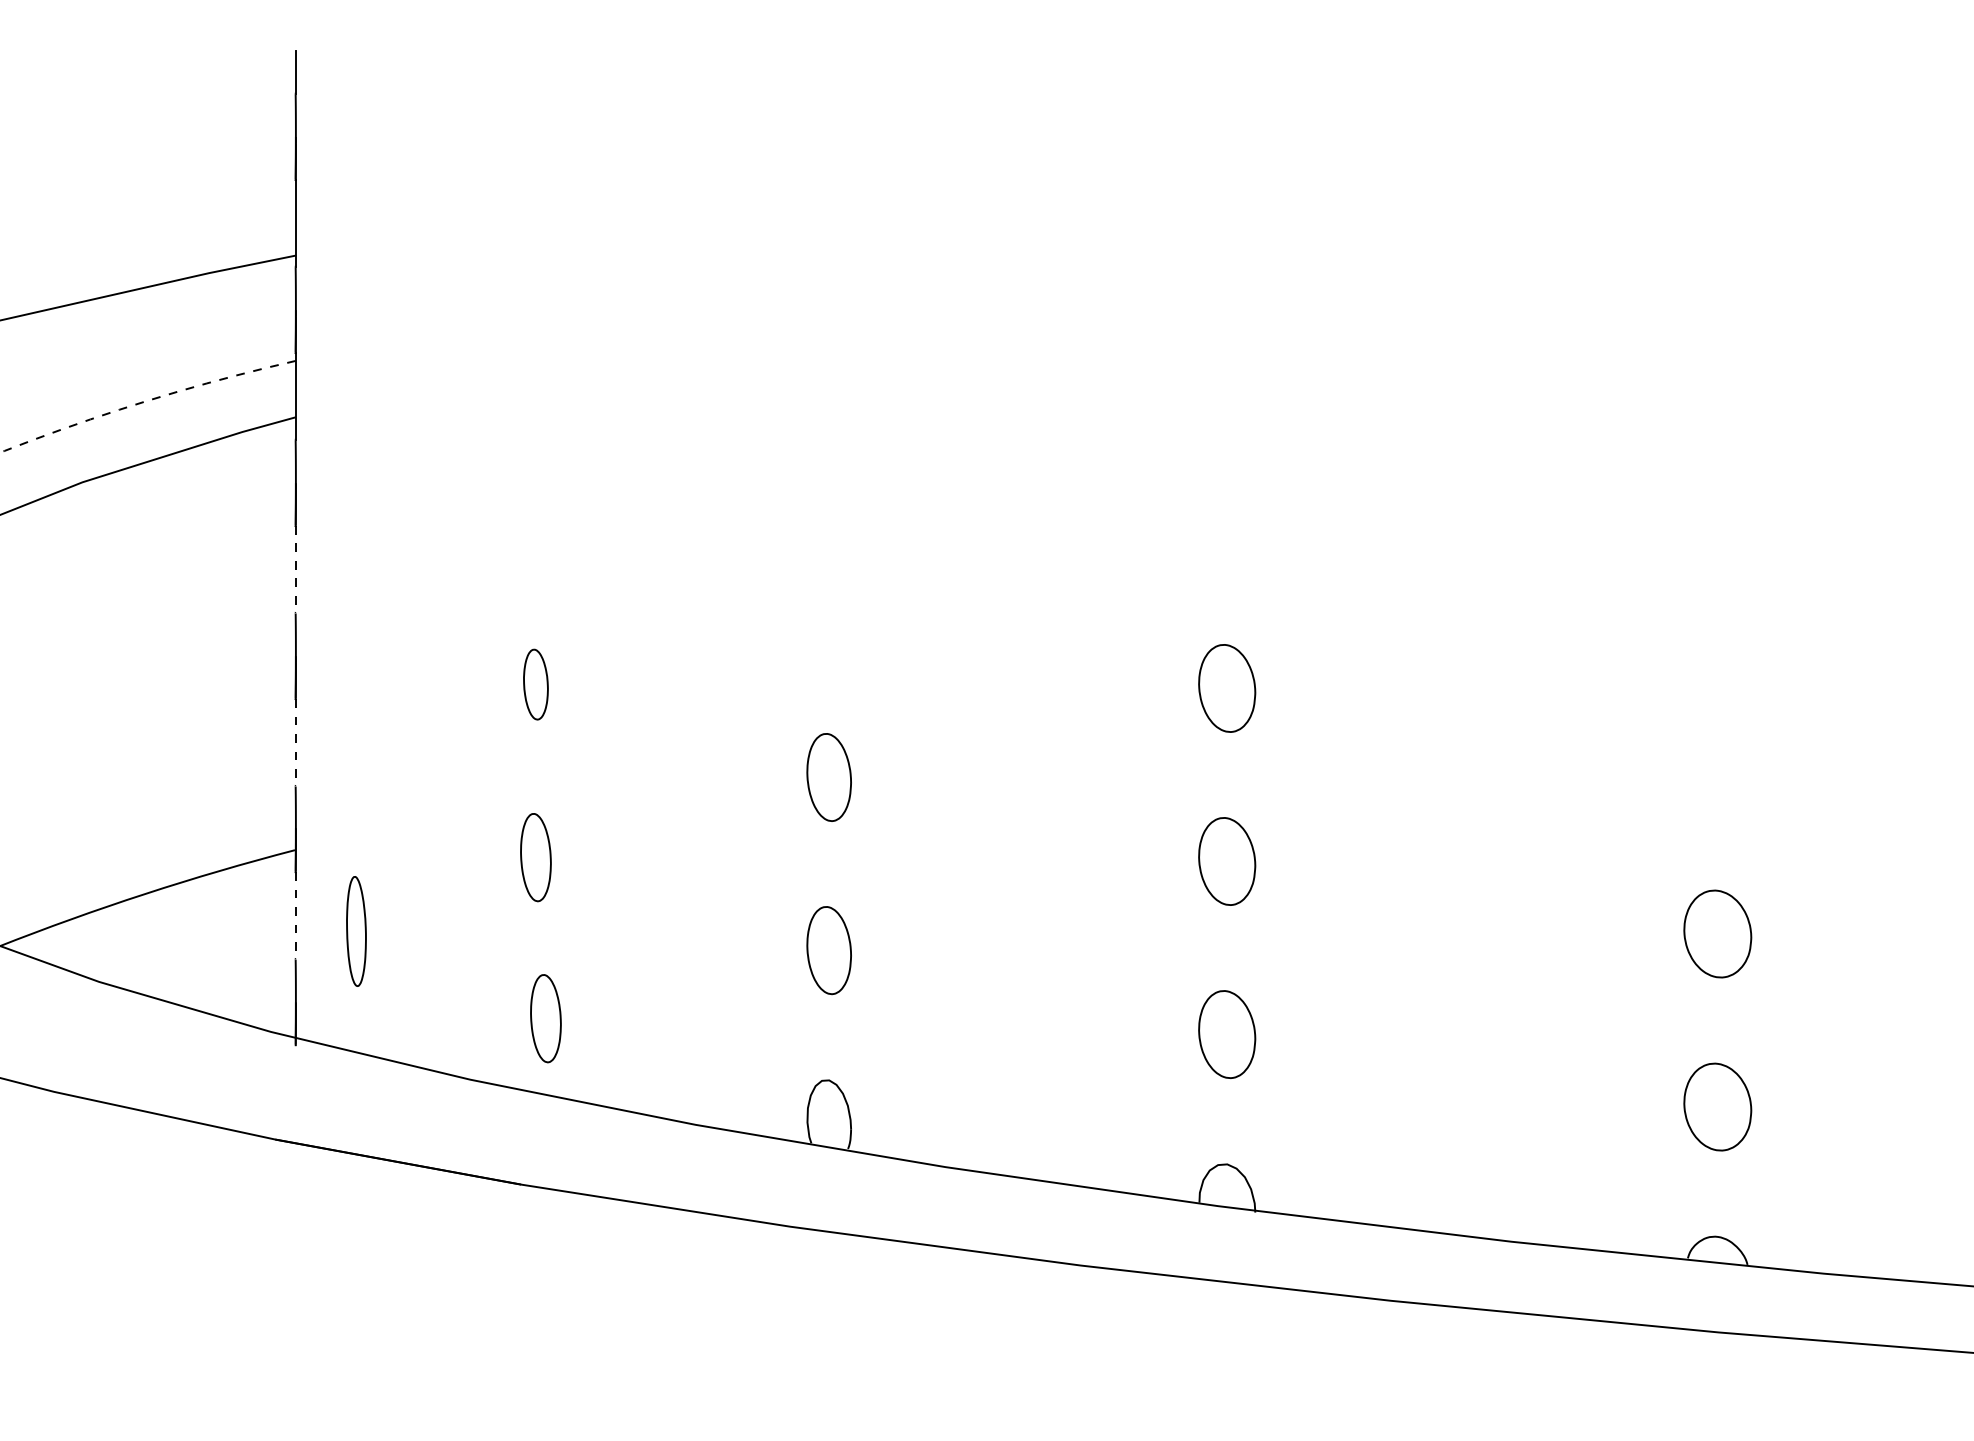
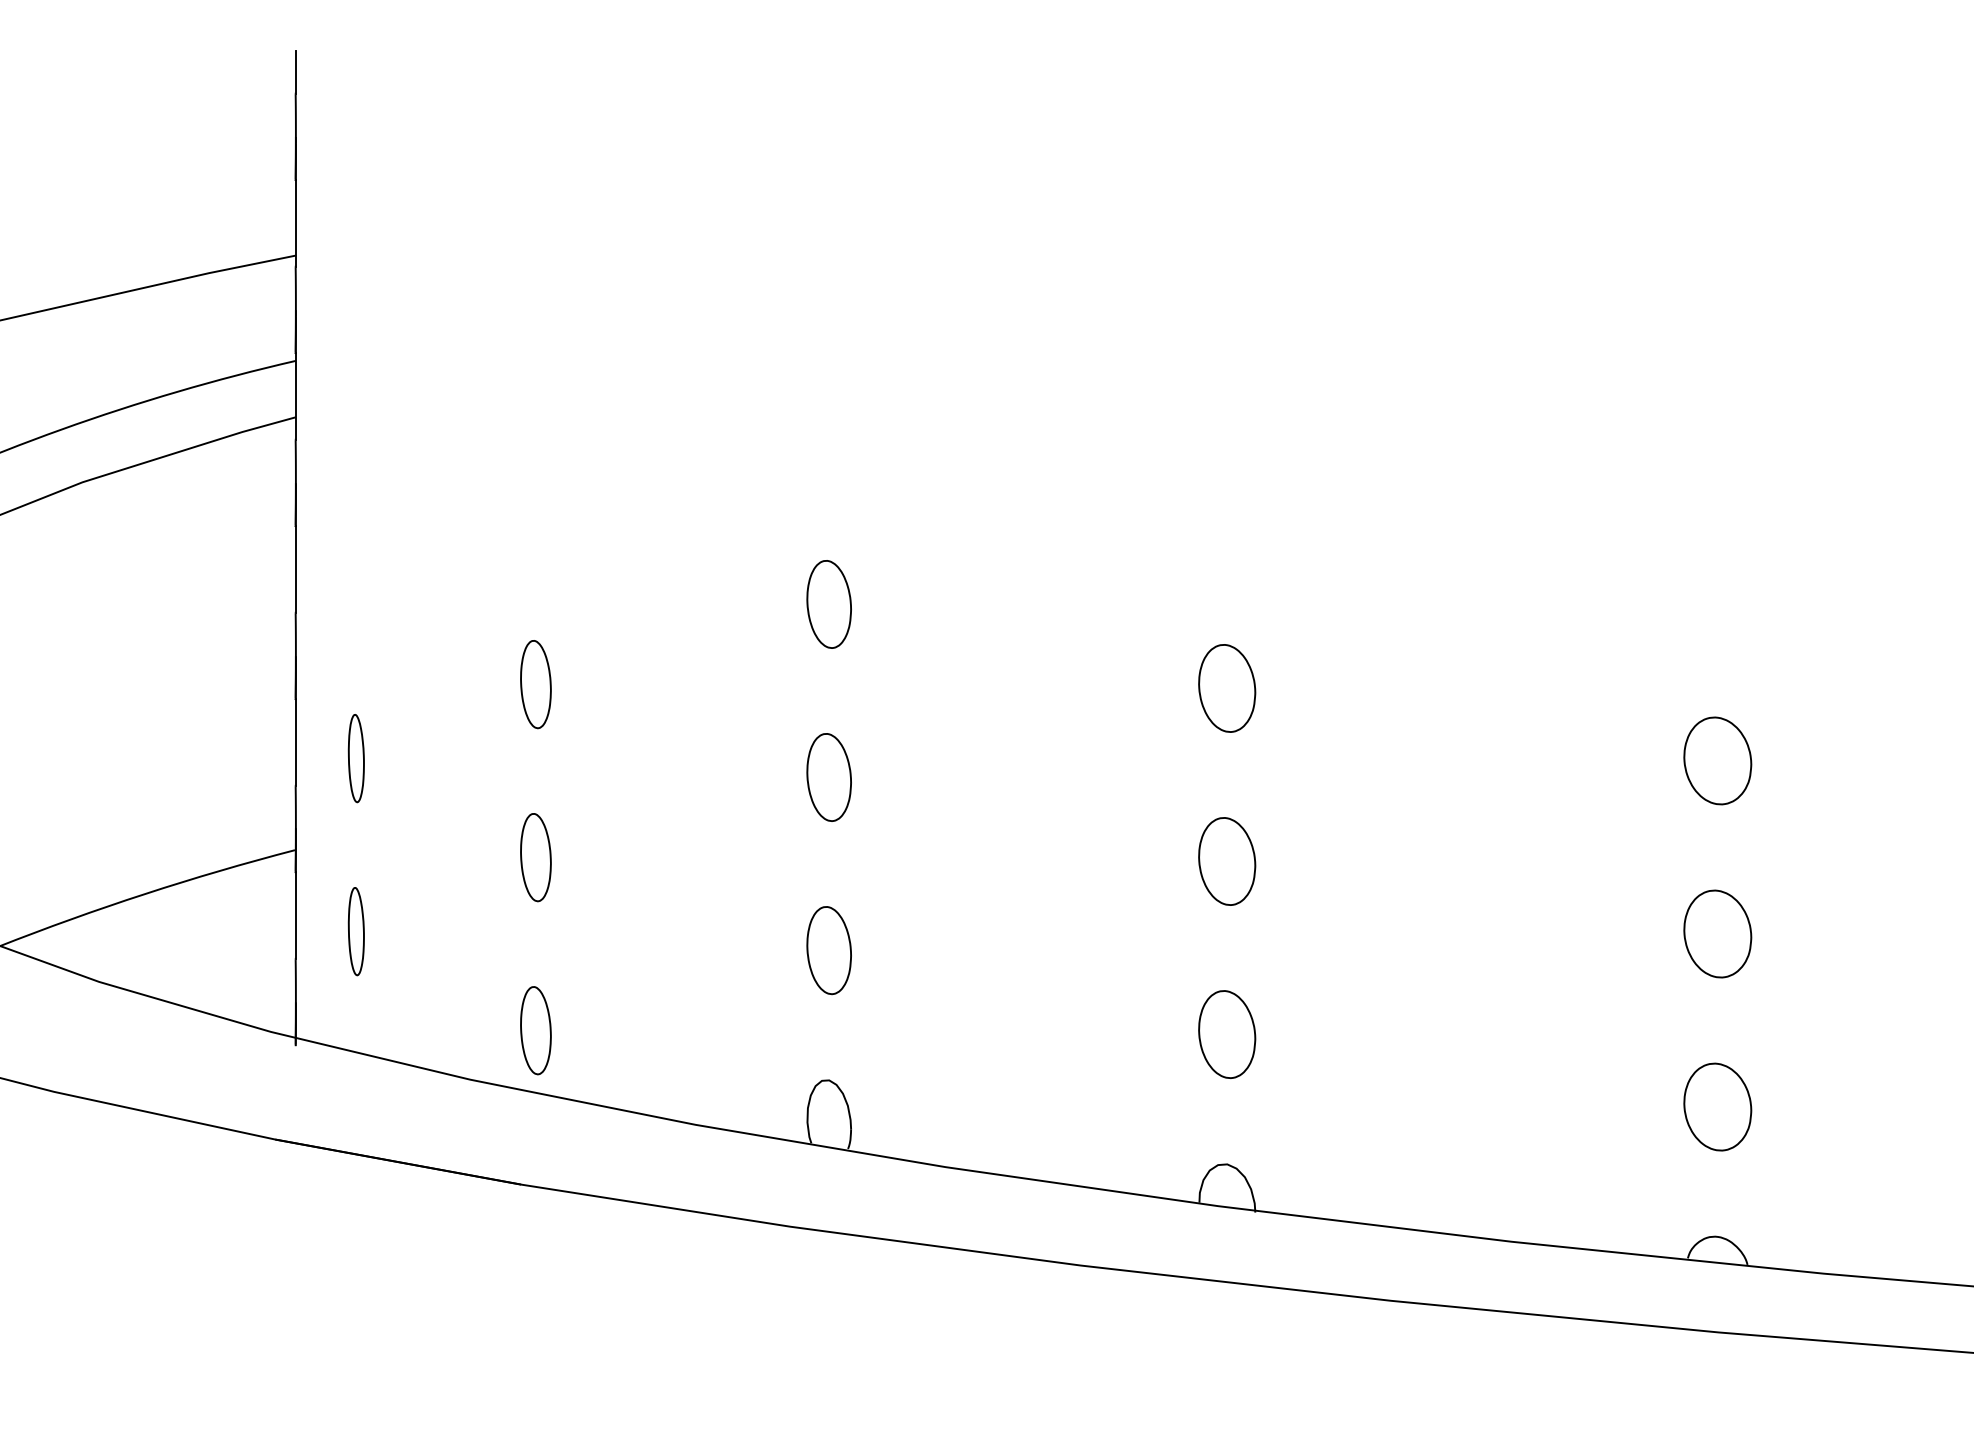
arc at (146, 401): dashed -> solid
line at (295, 569): dashed -> solid
part at (828, 604): none -> present
part at (535, 684) size: 26x73 px -> 32x90 px
line at (295, 742): dashed -> solid
part at (355, 758): none -> present
part at (1717, 760): none -> present
line at (295, 915): dashed -> solid
part at (356, 931) size: 21x111 px -> 18x90 px
part at (545, 1018) position: (545, 1018) -> (535, 1030)
